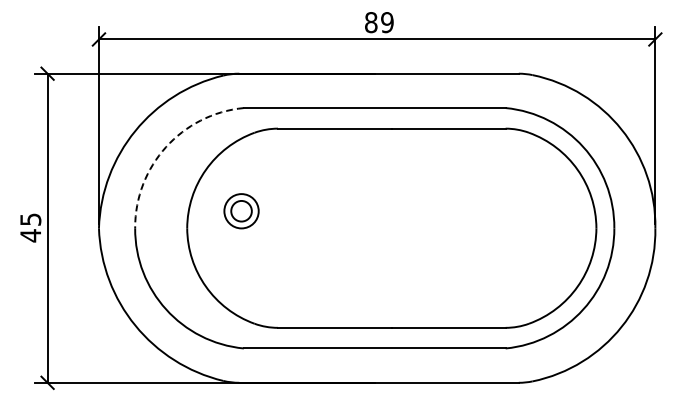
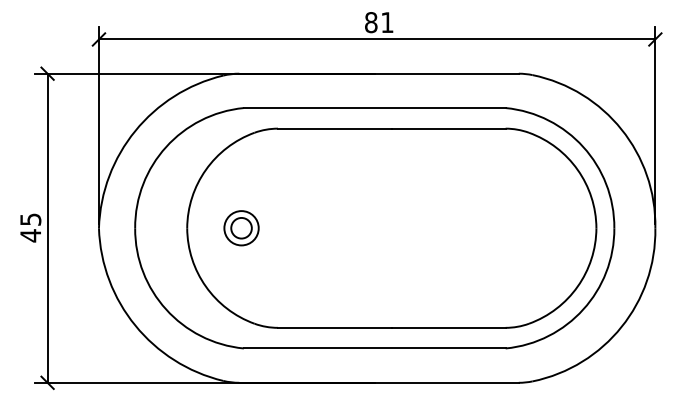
text at (387, 22): 89 -> 81
arc at (166, 147): dashed -> solid
part at (241, 211) position: (241, 211) -> (241, 228)
